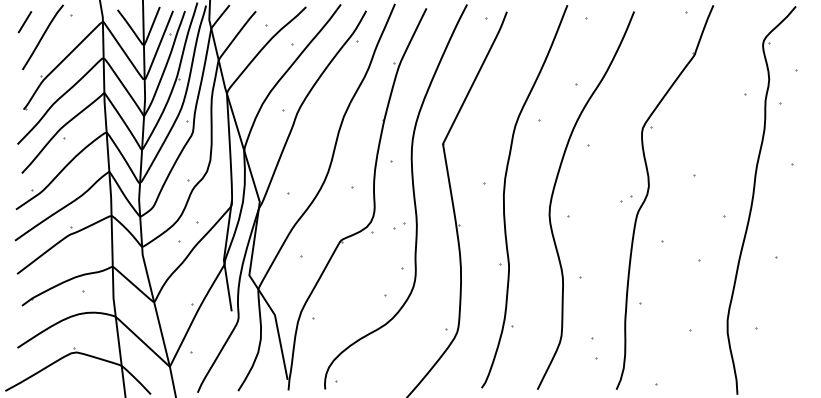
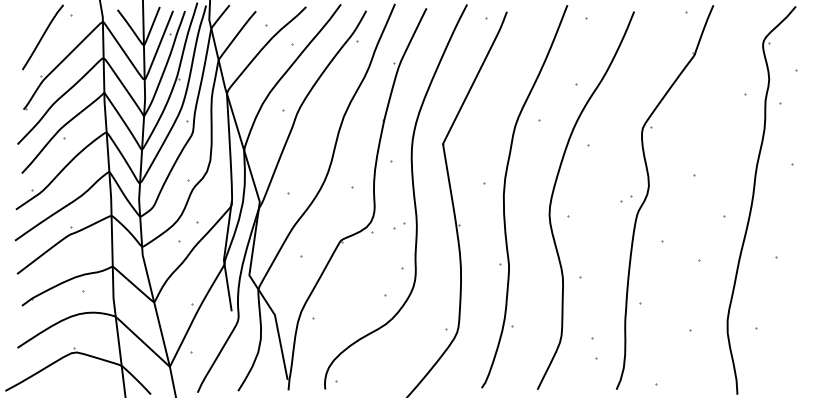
line at (24, 22): present -> none
